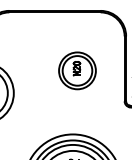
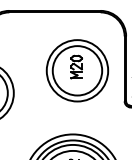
part at (77, 70) size: 39x40 px -> 65x64 px
